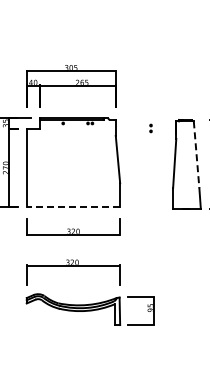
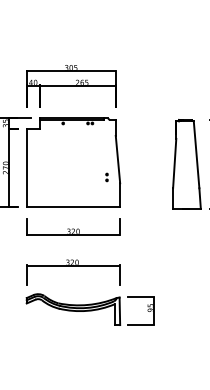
part at (150, 128) position: (150, 128) -> (106, 177)
line at (196, 154): dashed -> solid
line at (73, 206): dashed -> solid
